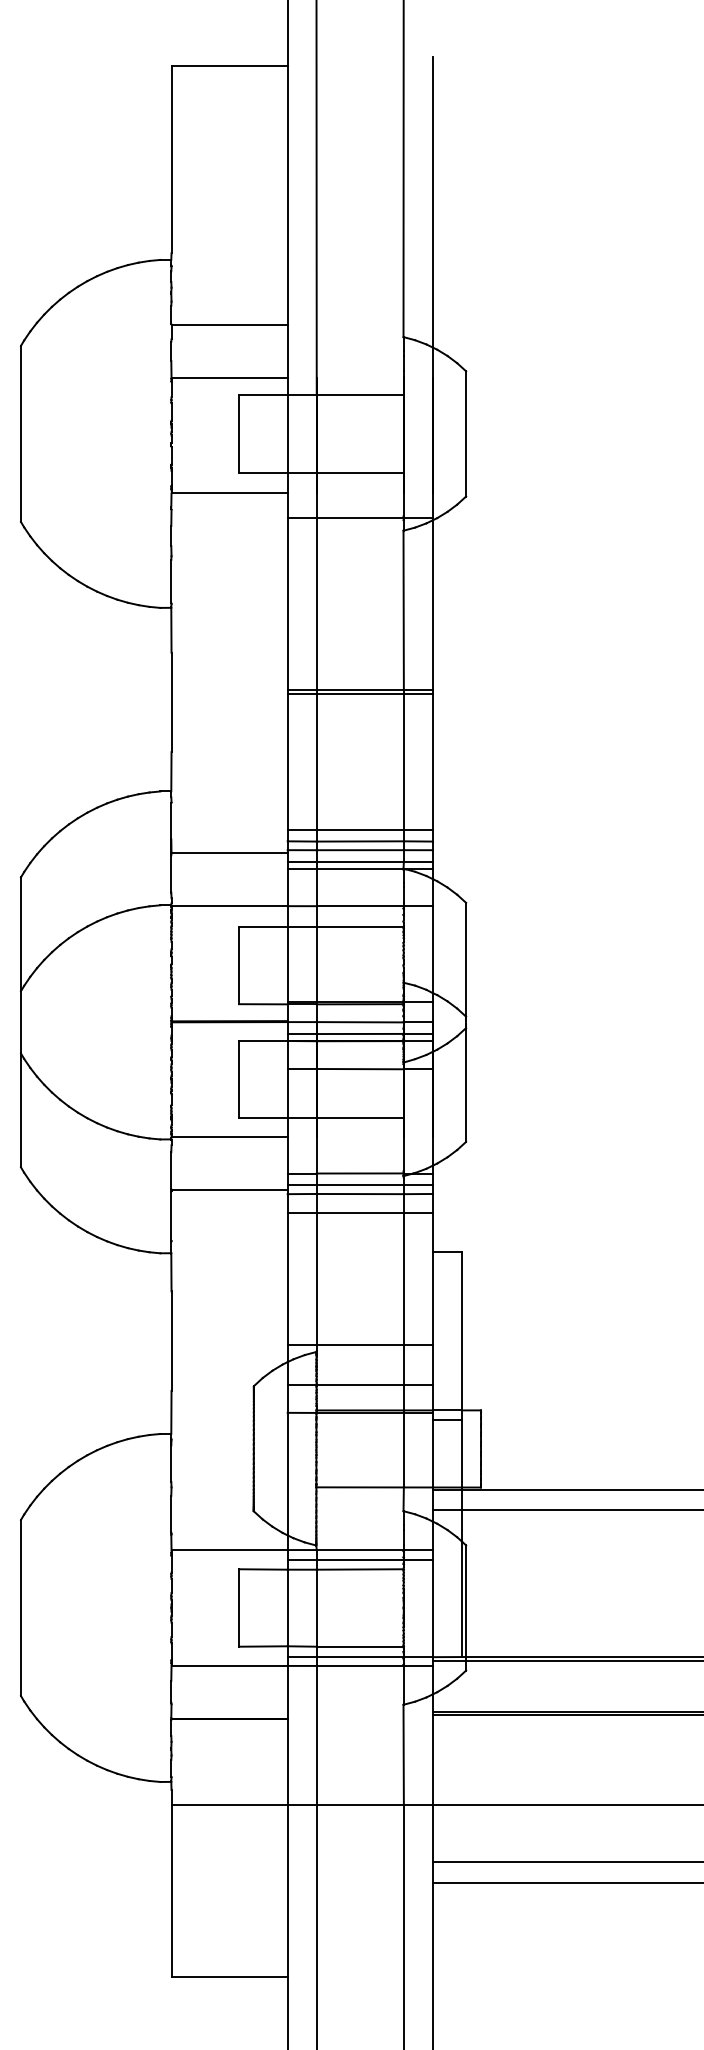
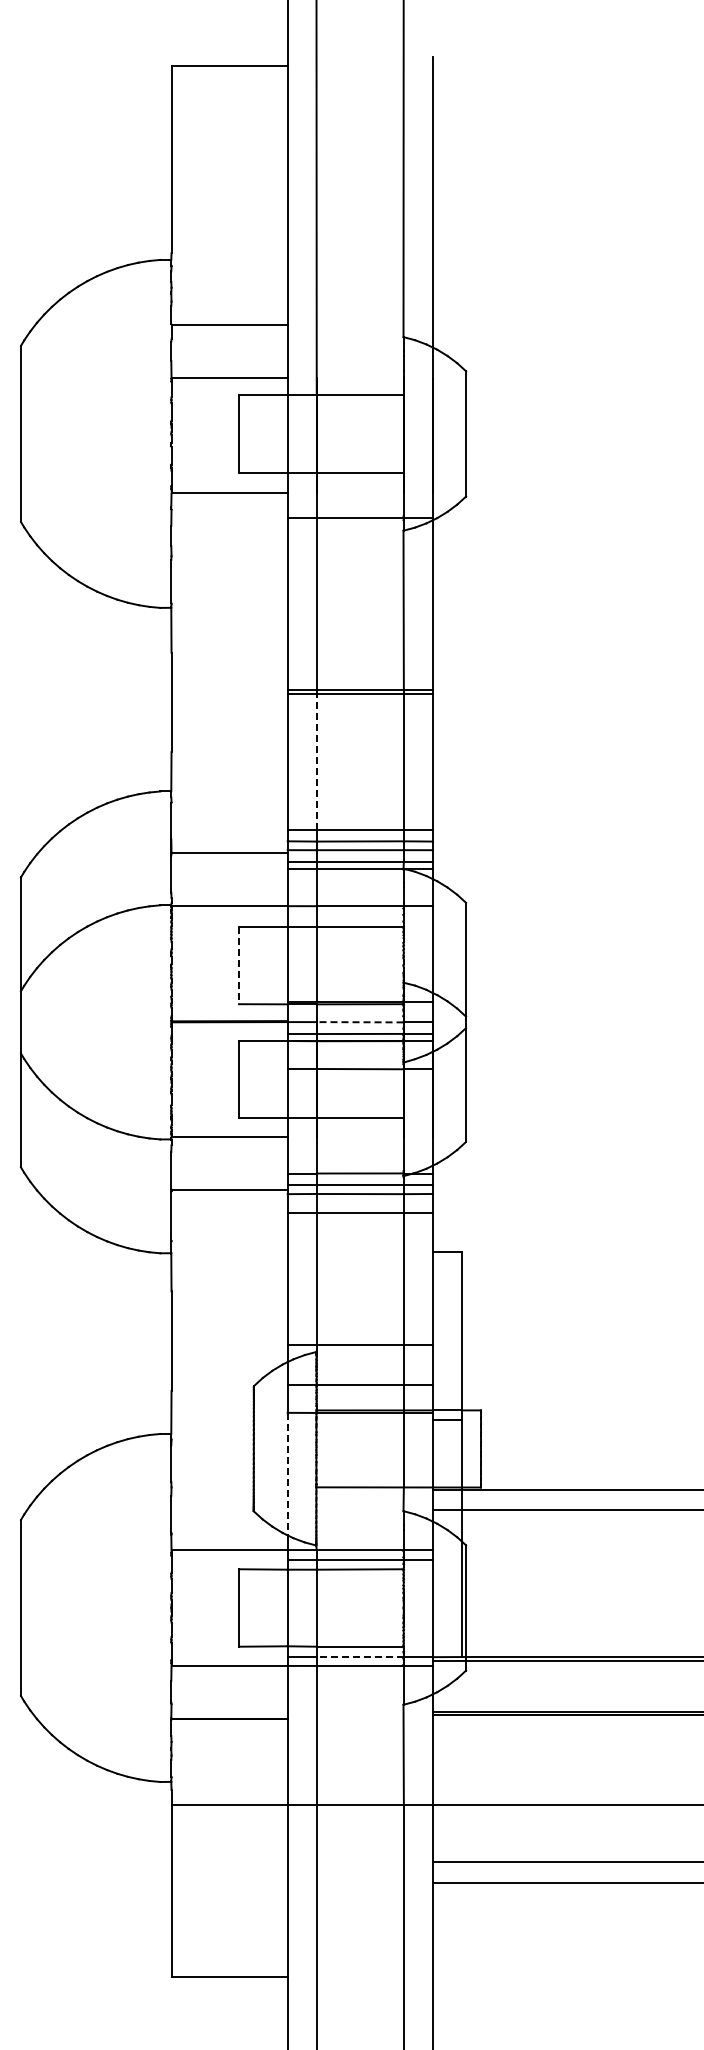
line at (316, 762): solid -> dashed
line at (238, 965): solid -> dashed
line at (359, 1022): solid -> dashed
line at (287, 1474): solid -> dashed
line at (360, 1657): solid -> dashed
